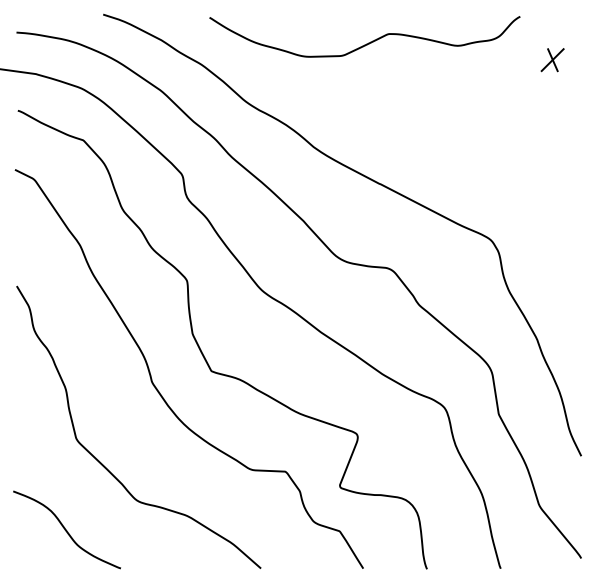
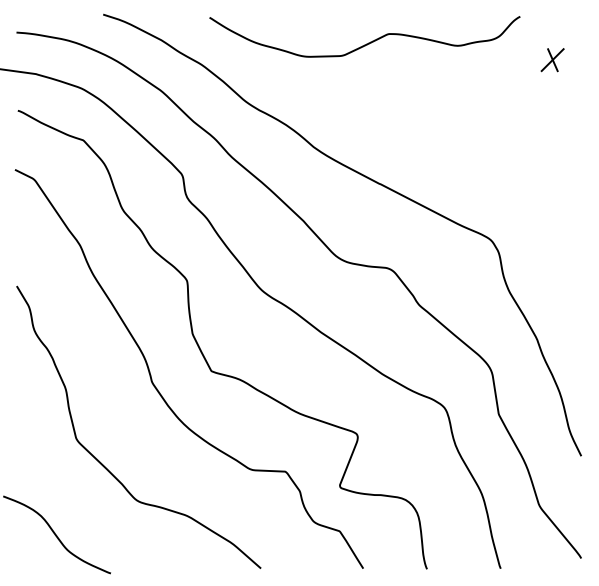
curve at (66, 529) position: (66, 529) -> (56, 534)
